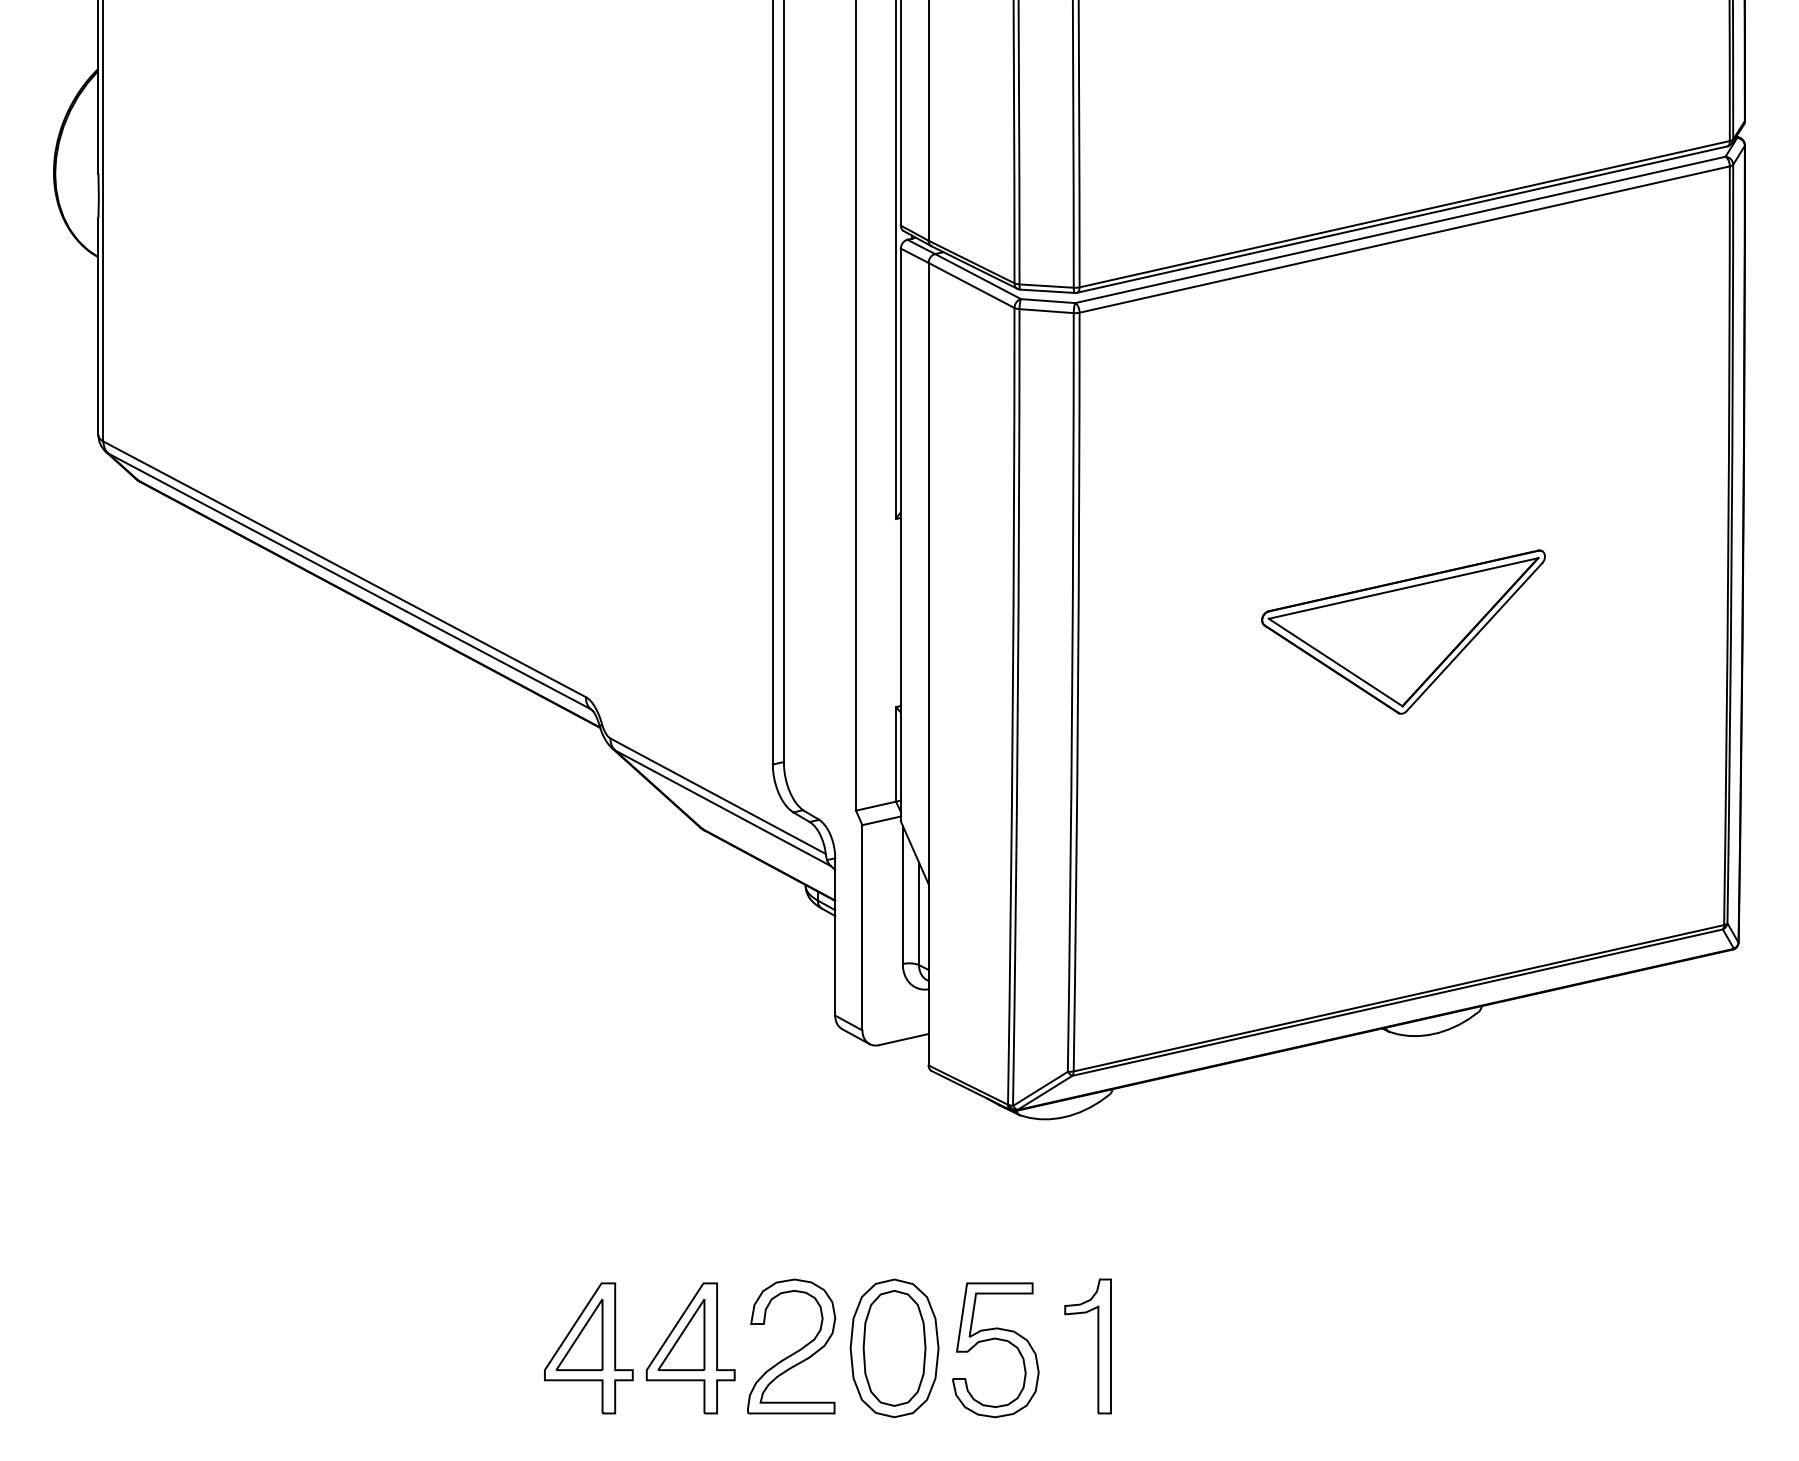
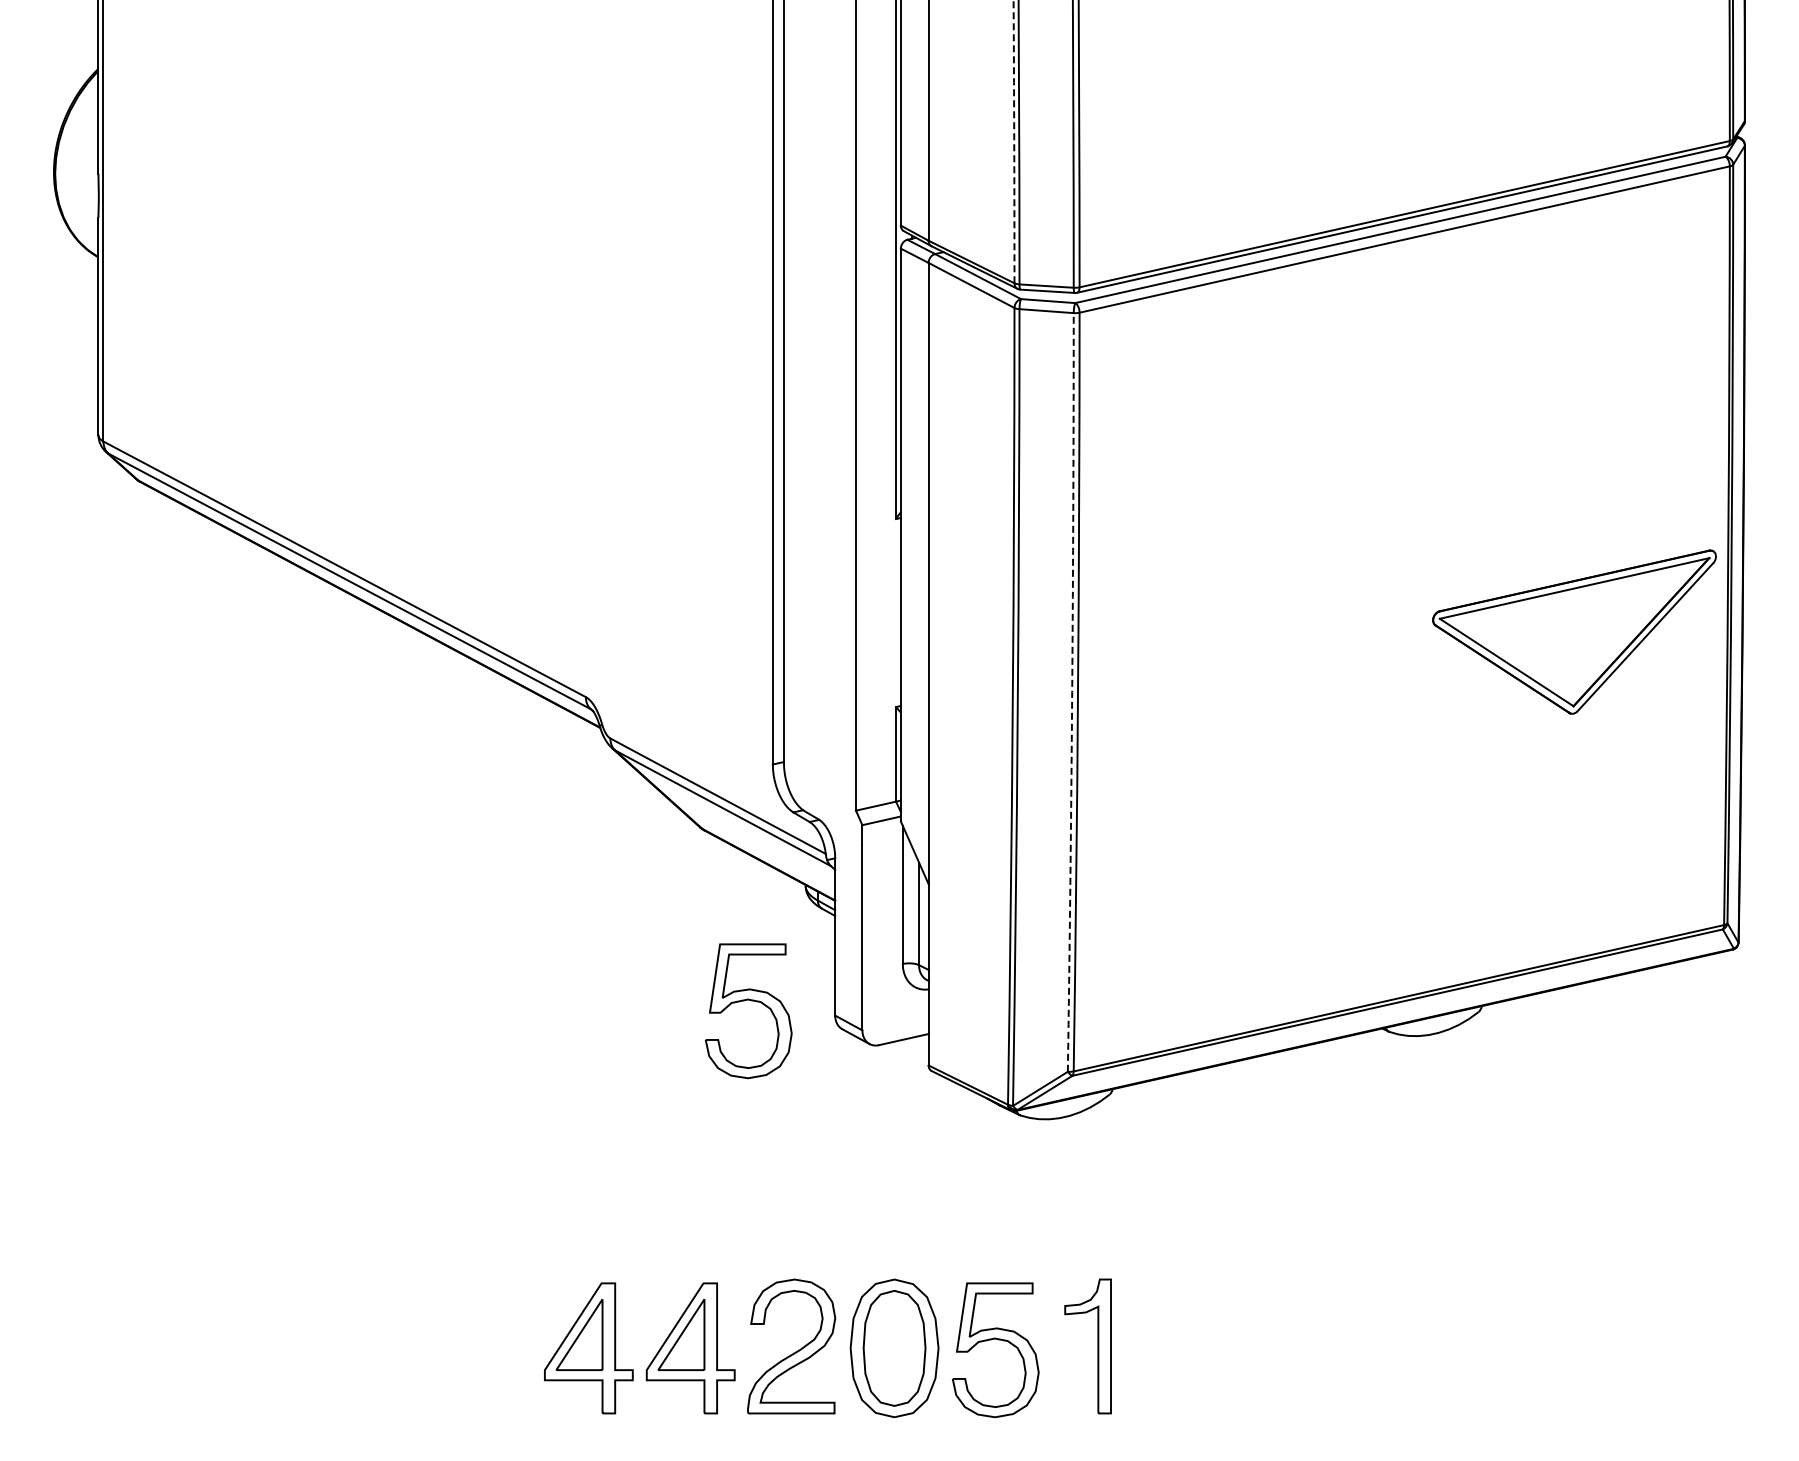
arc at (1014, 141): solid -> dashed
part at (1403, 631) position: (1403, 631) -> (1574, 631)
arc at (1072, 692): solid -> dashed
part at (751, 1001): none -> present
